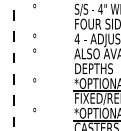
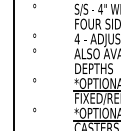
line at (13, 65): dashed -> solid
